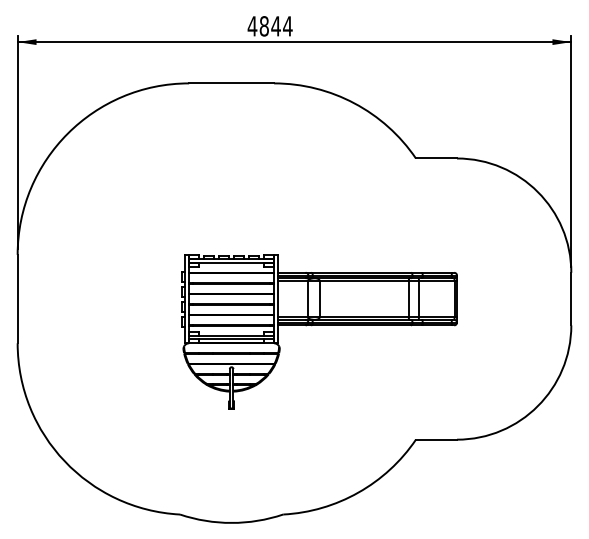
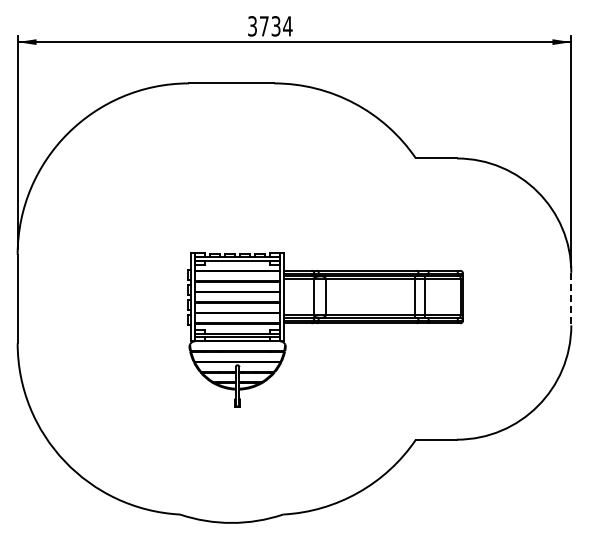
text at (263, 26): 4844 -> 3734
line at (571, 299): solid -> dashed
part at (319, 331) position: (319, 331) -> (325, 329)
